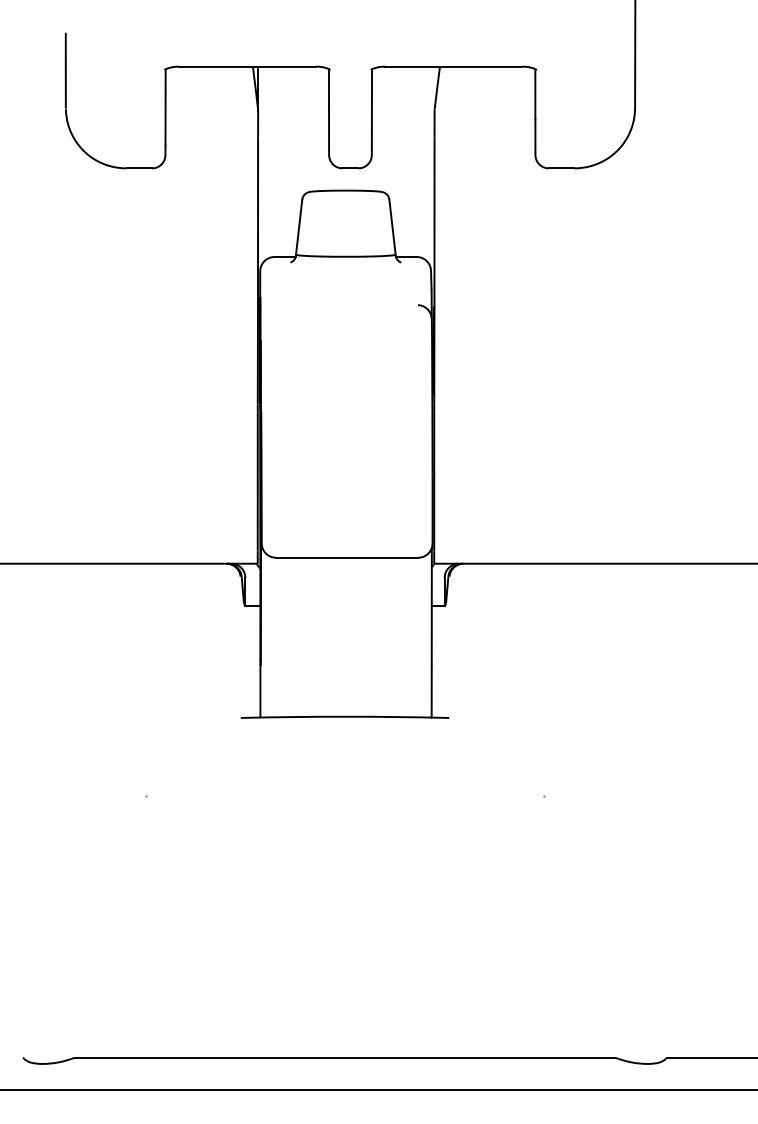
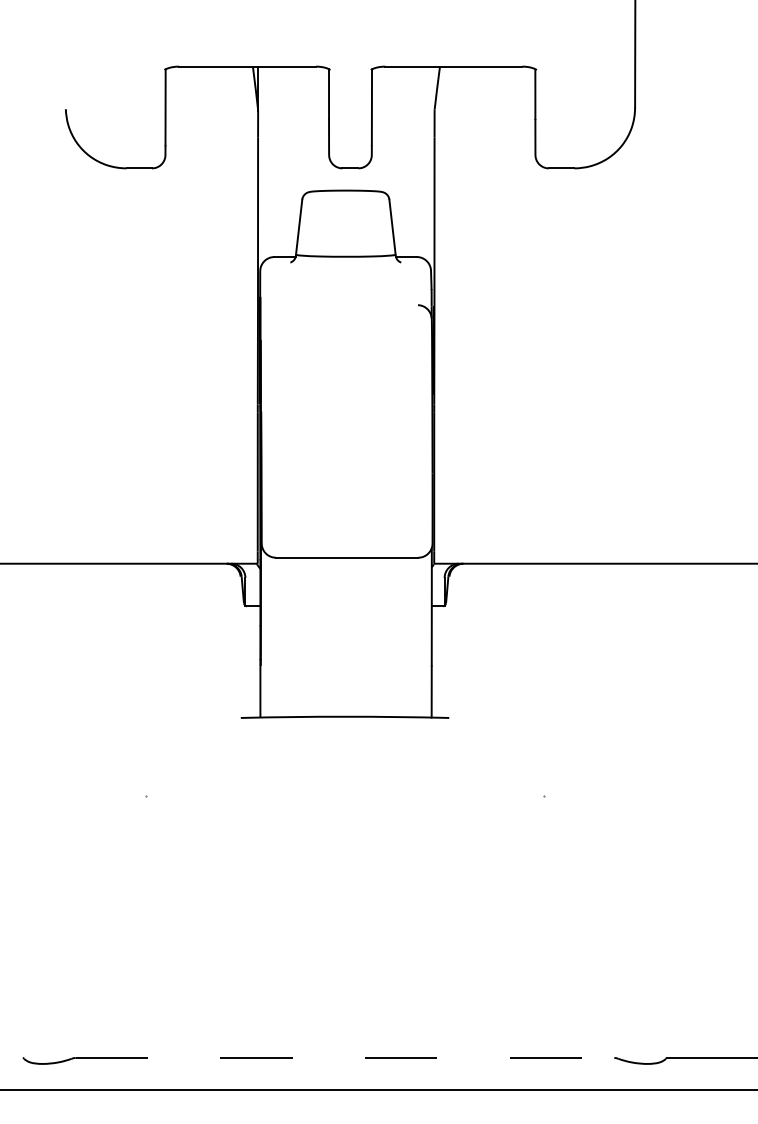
line at (65, 70): present -> none
line at (345, 1058): solid -> dashed
